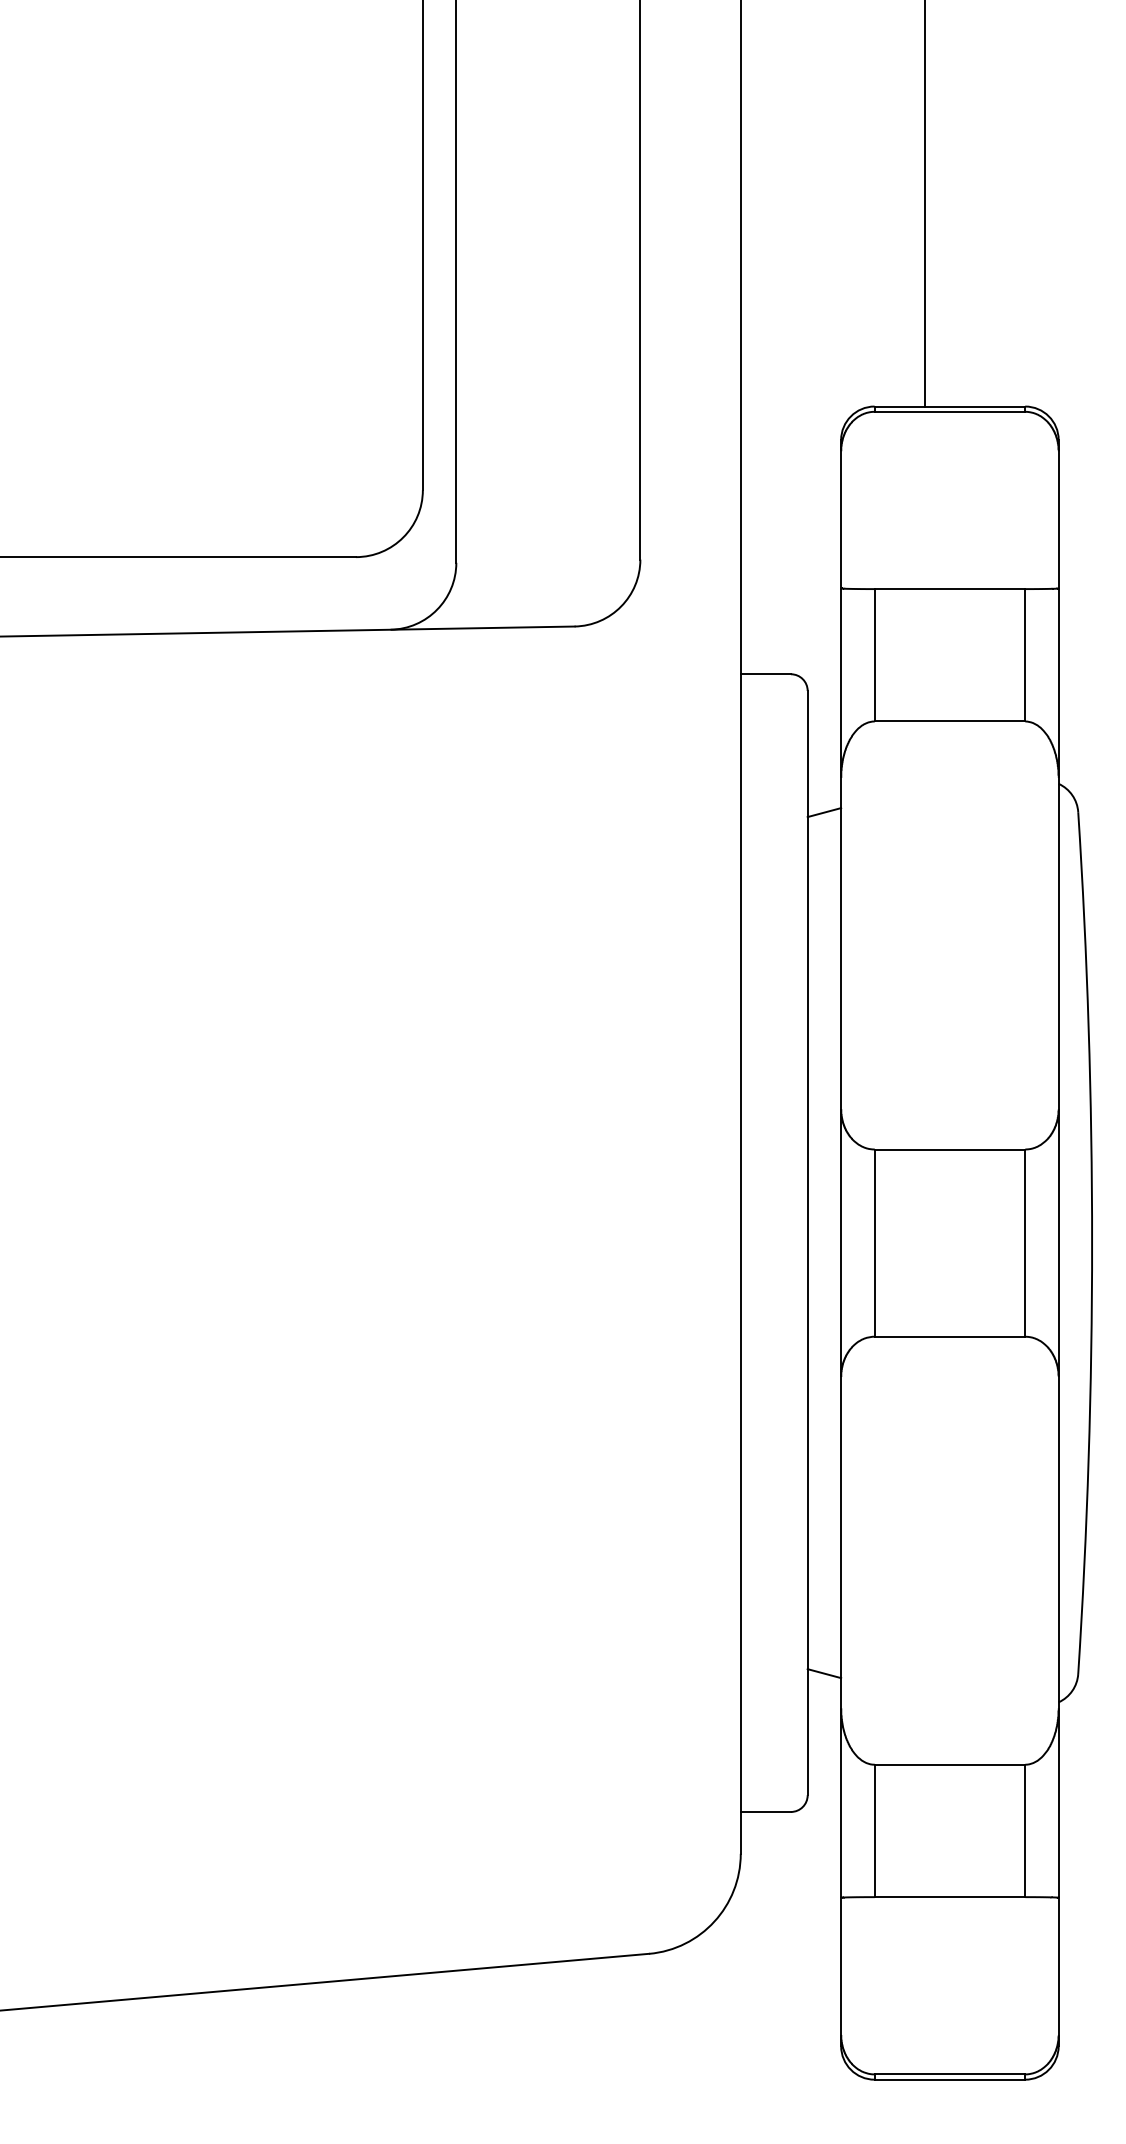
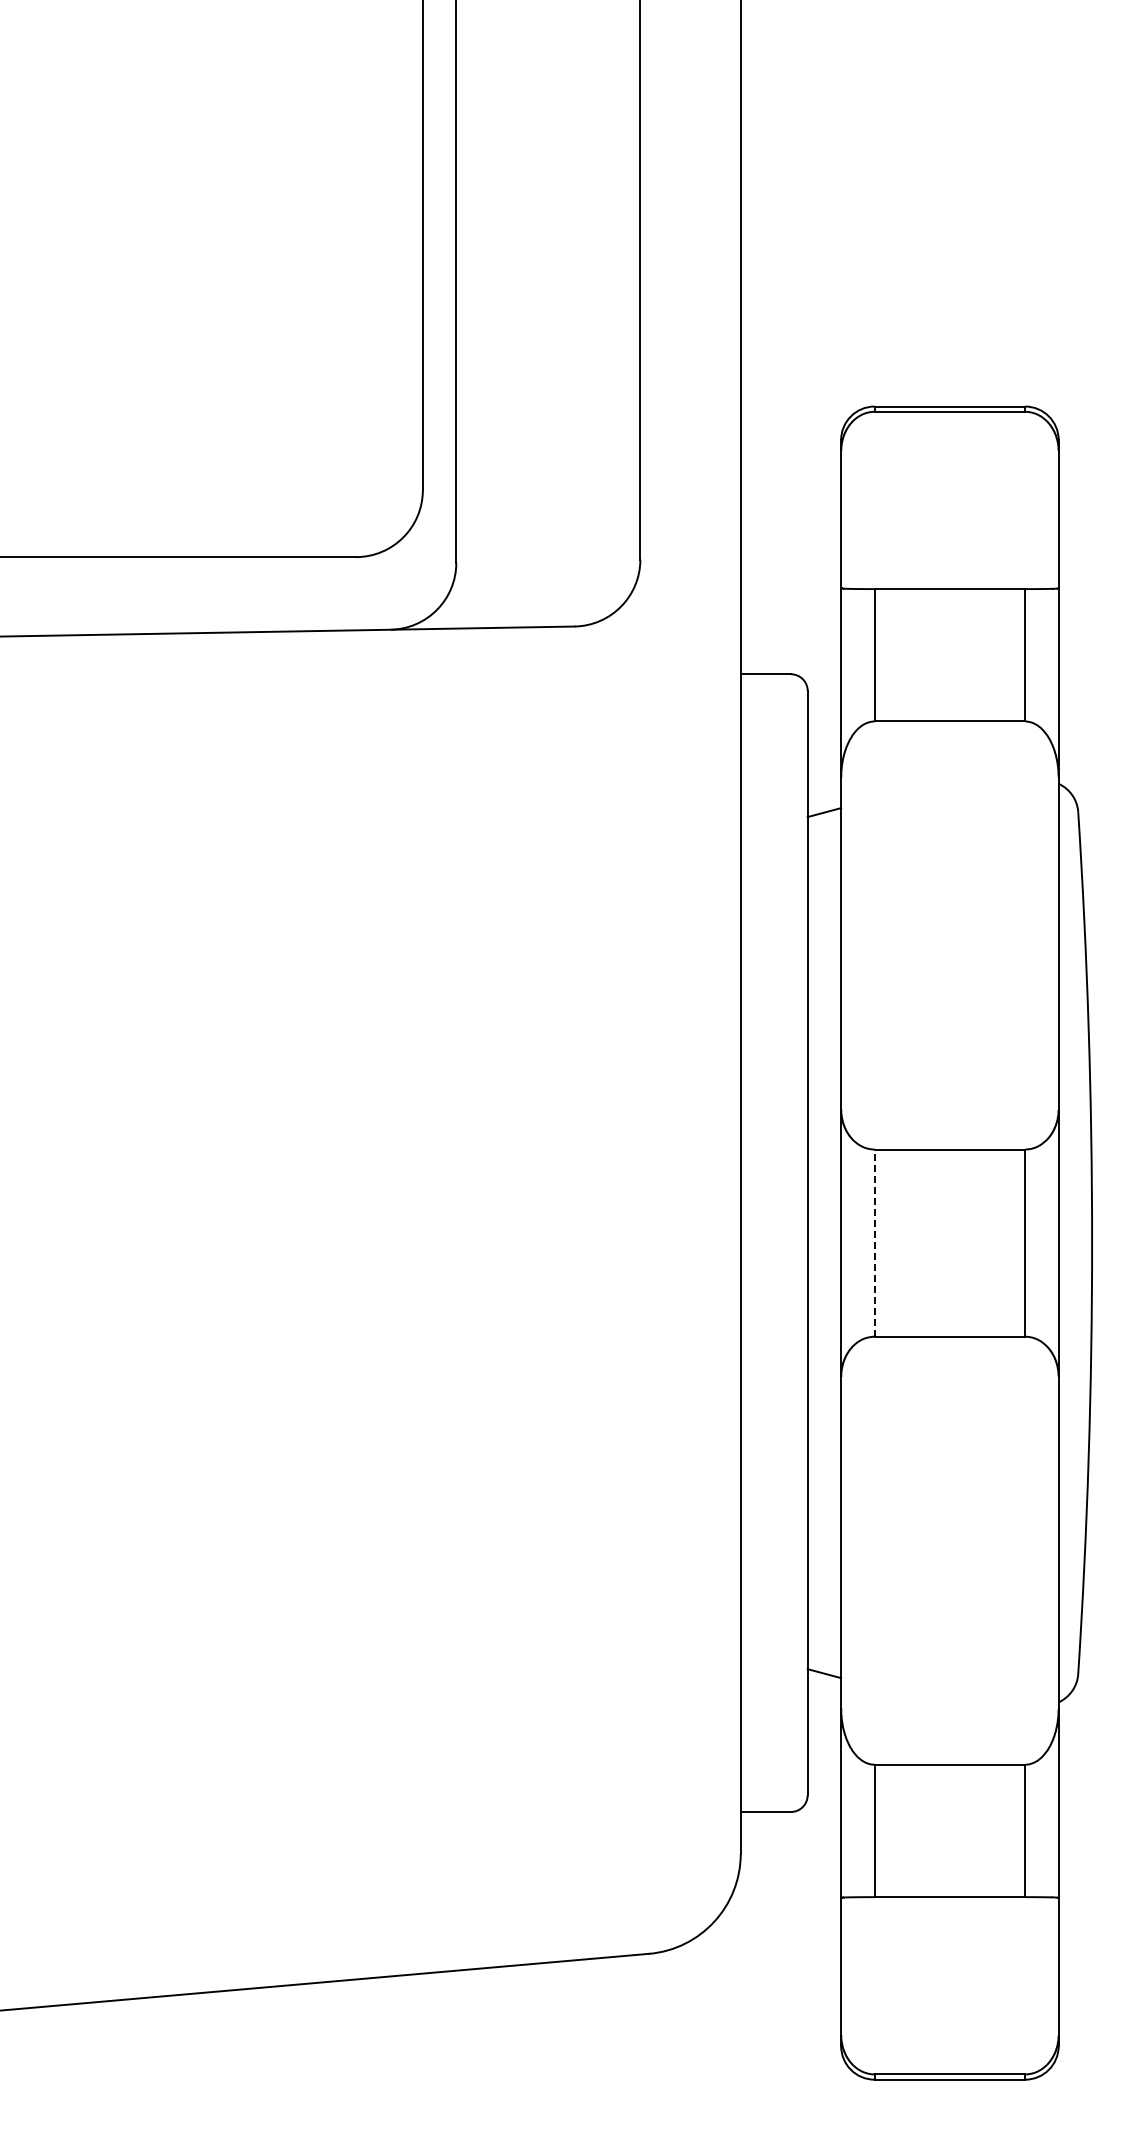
line at (924, 204): present -> none
line at (874, 1243): solid -> dashed
